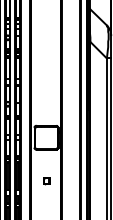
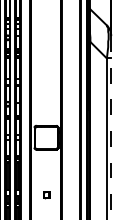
line at (111, 128): solid -> dashed
part at (46, 181) position: (46, 181) -> (46, 195)
